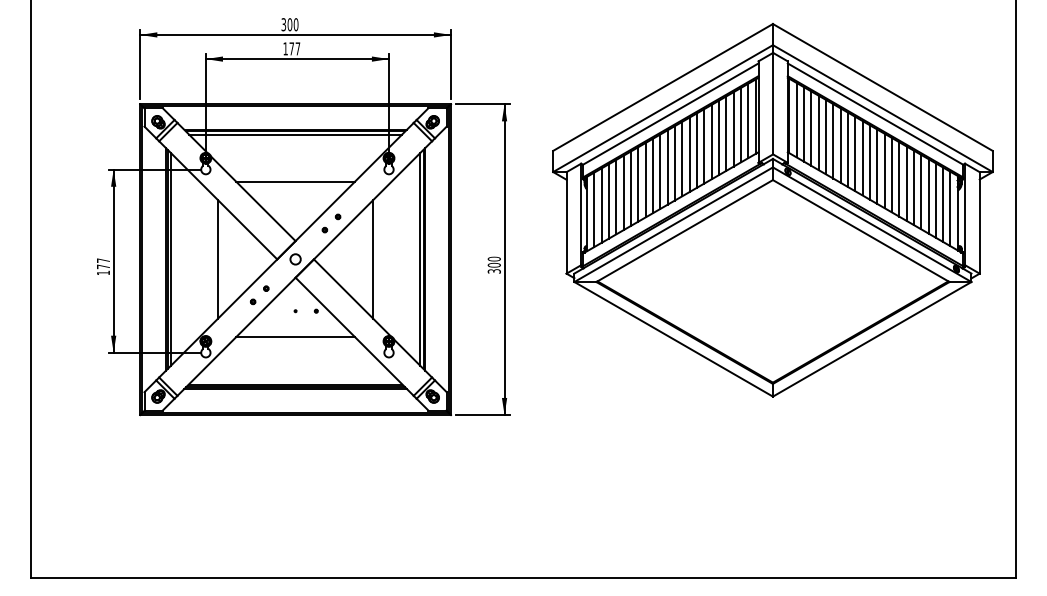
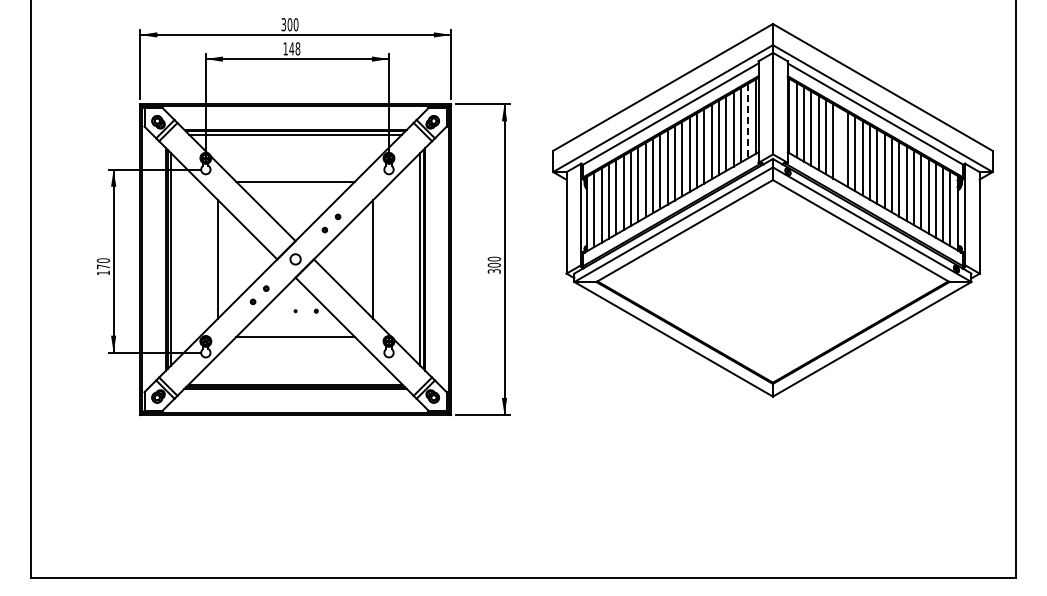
text at (294, 48): 177 -> 148
line at (748, 121): solid -> dashed
line at (840, 145): present -> none
text at (103, 260): 177 -> 170
